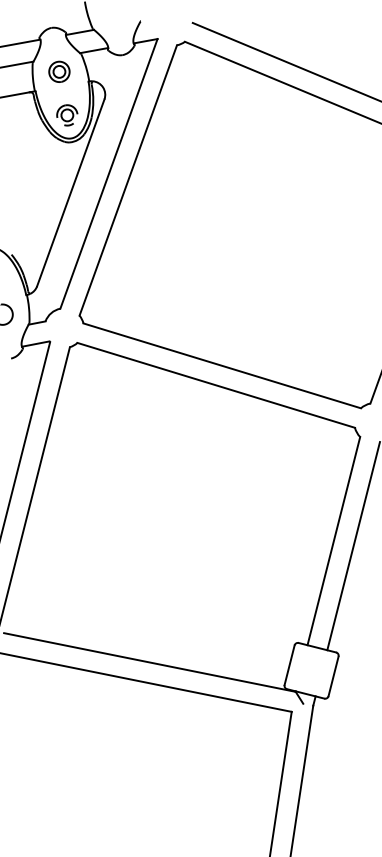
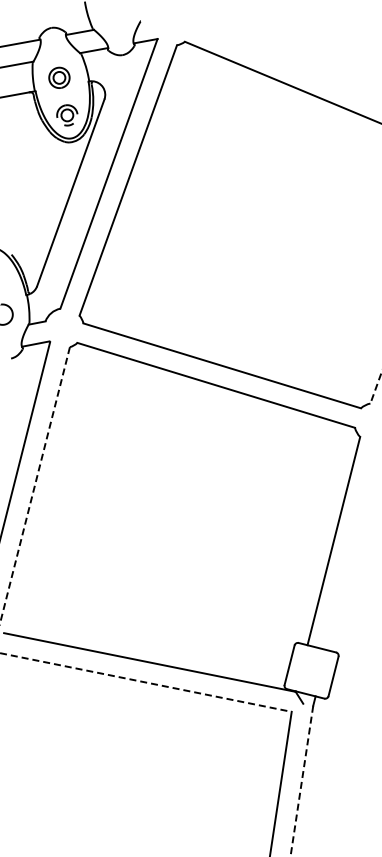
line at (285, 61): present -> none
part at (59, 71) position: (59, 71) -> (59, 77)
line at (376, 387): solid -> dashed
line at (34, 485): solid -> dashed
line at (352, 547): present -> none
line at (145, 682): solid -> dashed
line at (301, 781): solid -> dashed
